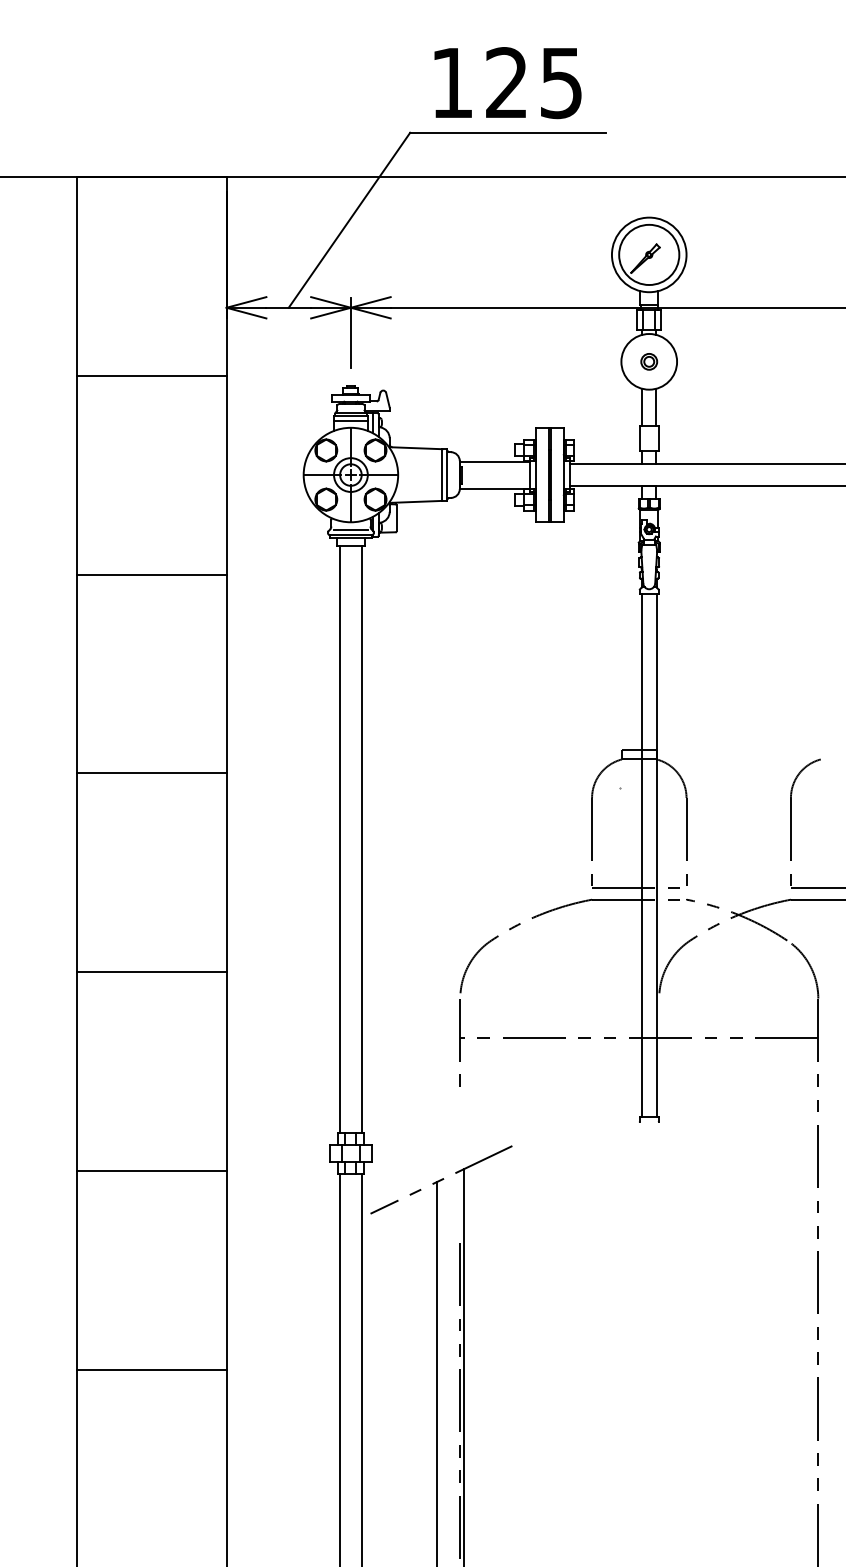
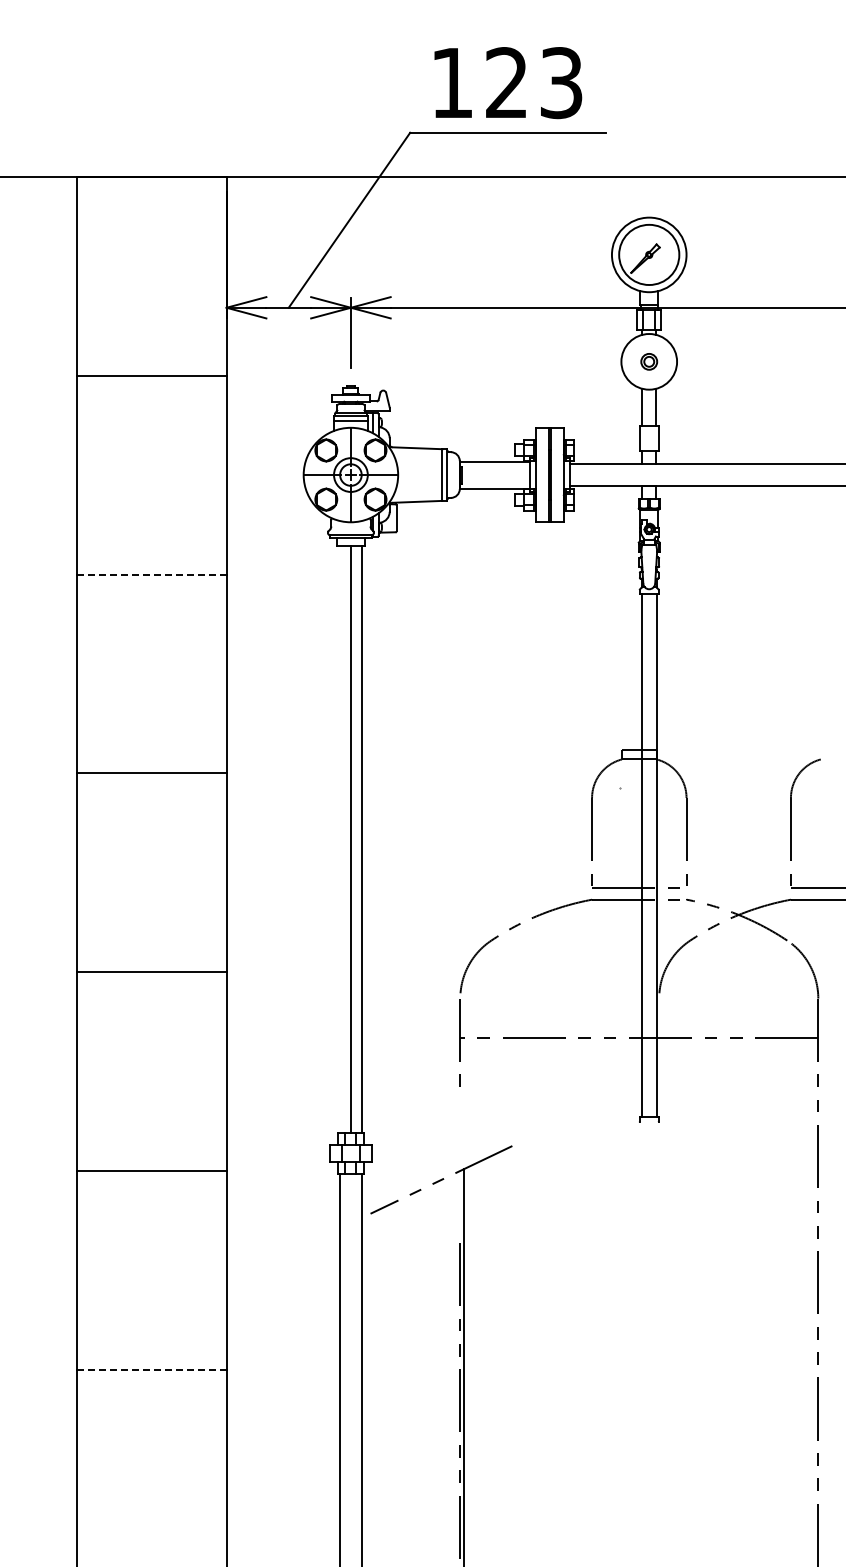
text at (561, 82): 125 -> 123
line at (350, 529): present -> none
line at (152, 574): solid -> dashed
line at (340, 839) position: (340, 839) -> (351, 839)
line at (152, 1370): solid -> dashed
line at (436, 1372): present -> none
